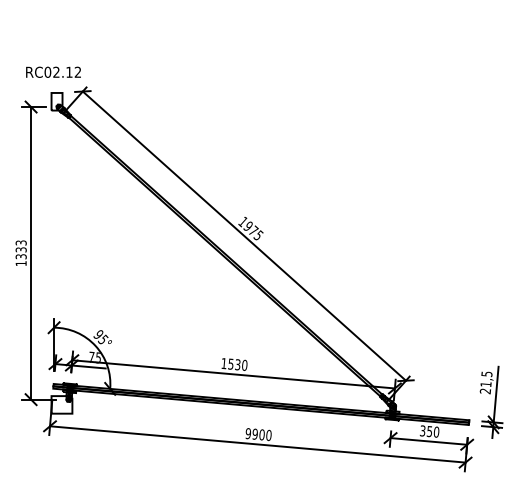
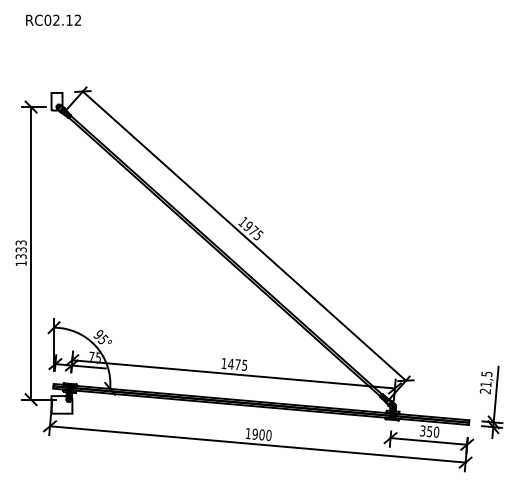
text at (53, 71) position: (53, 71) -> (53, 19)
text at (237, 364): 1530 -> 1475
text at (247, 433): 9900 -> 1900
